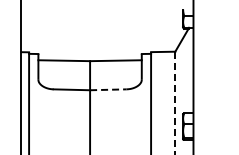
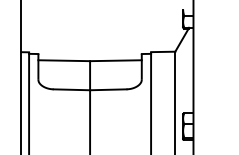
line at (108, 89): dashed -> solid
line at (175, 103): dashed -> solid
